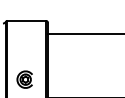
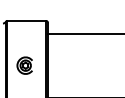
part at (24, 79) position: (24, 79) -> (24, 65)
